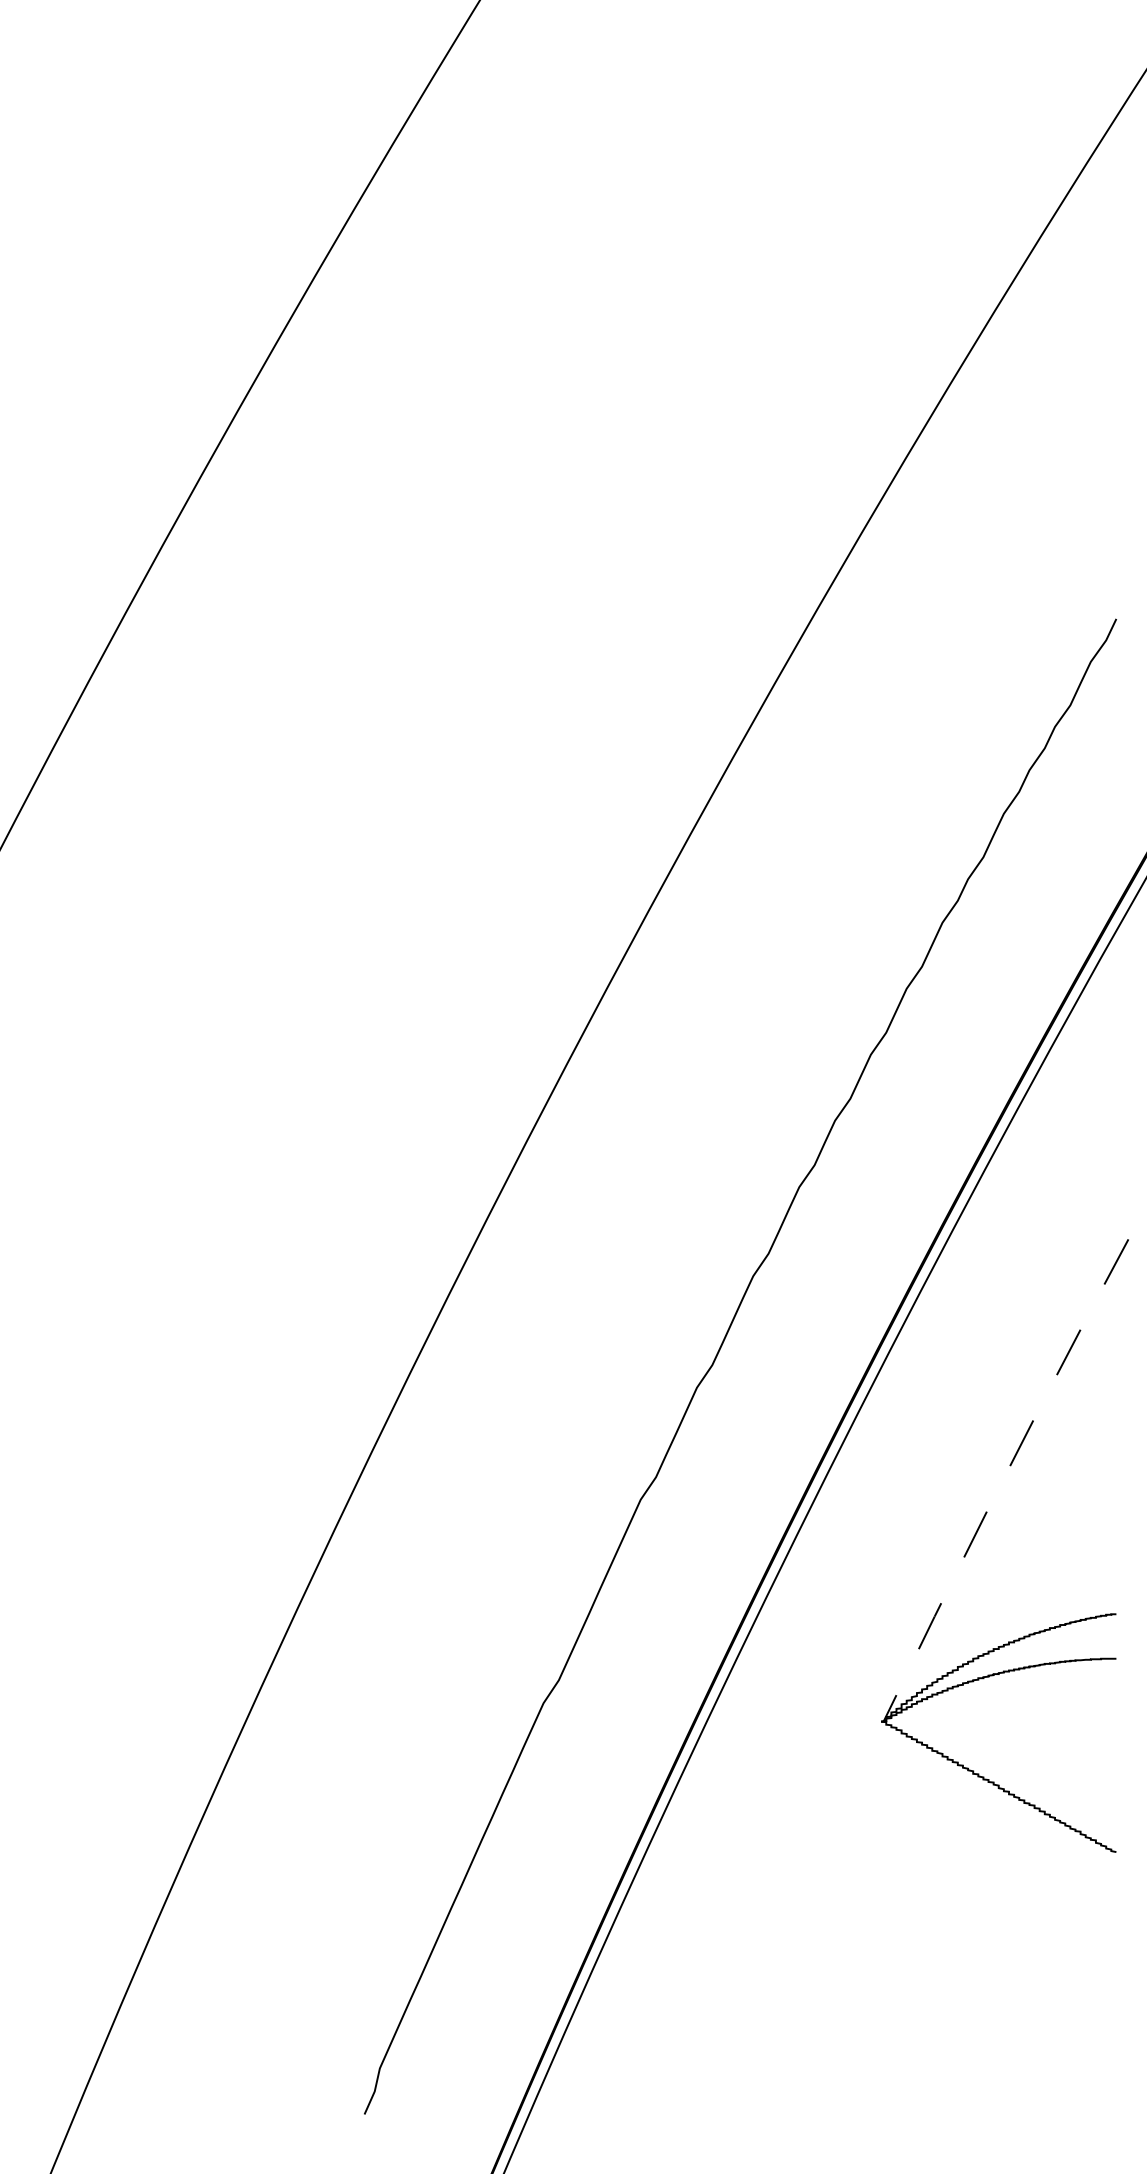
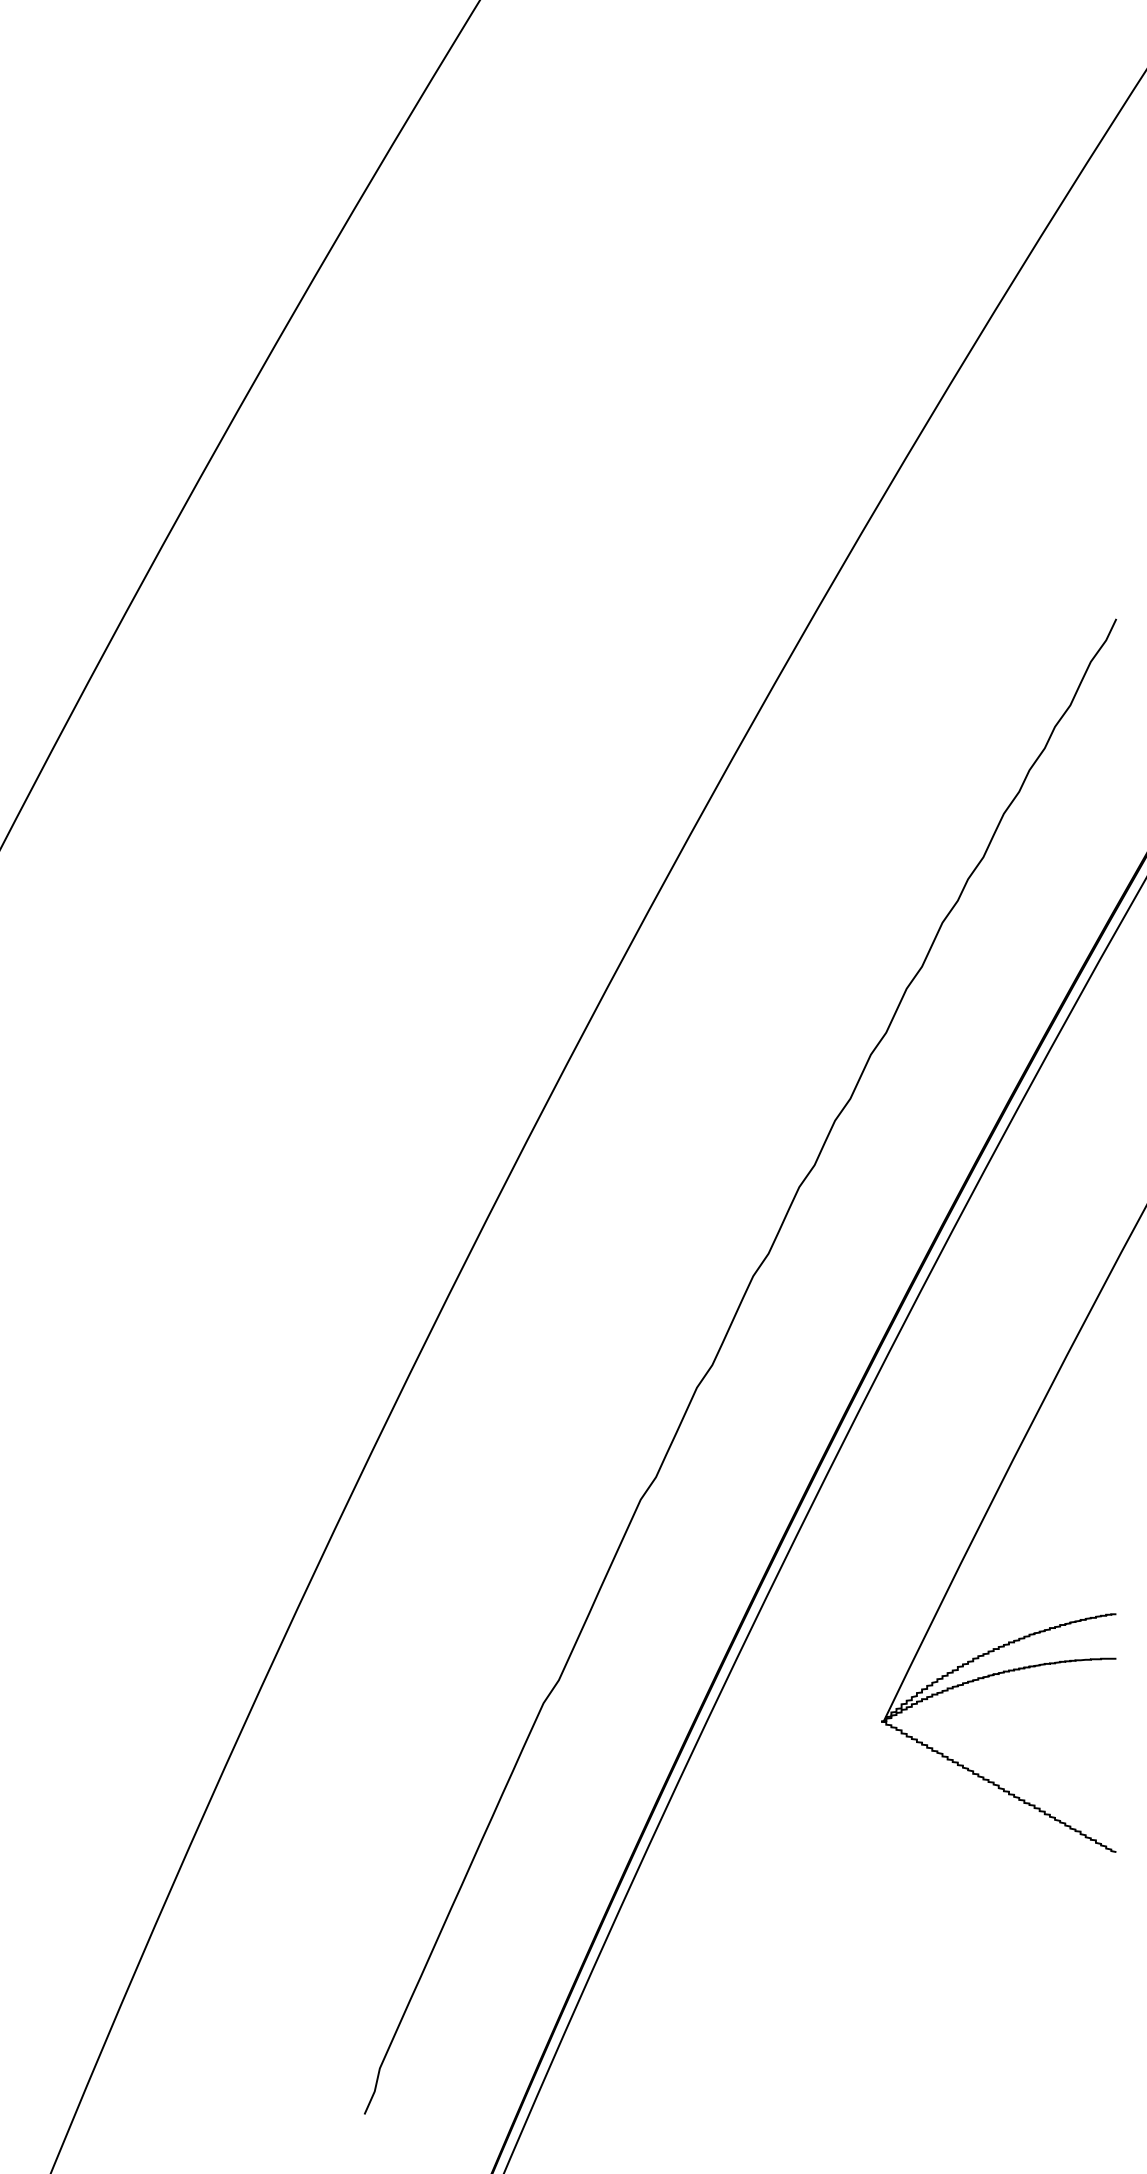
arc at (1012, 1461): dashed -> solid
